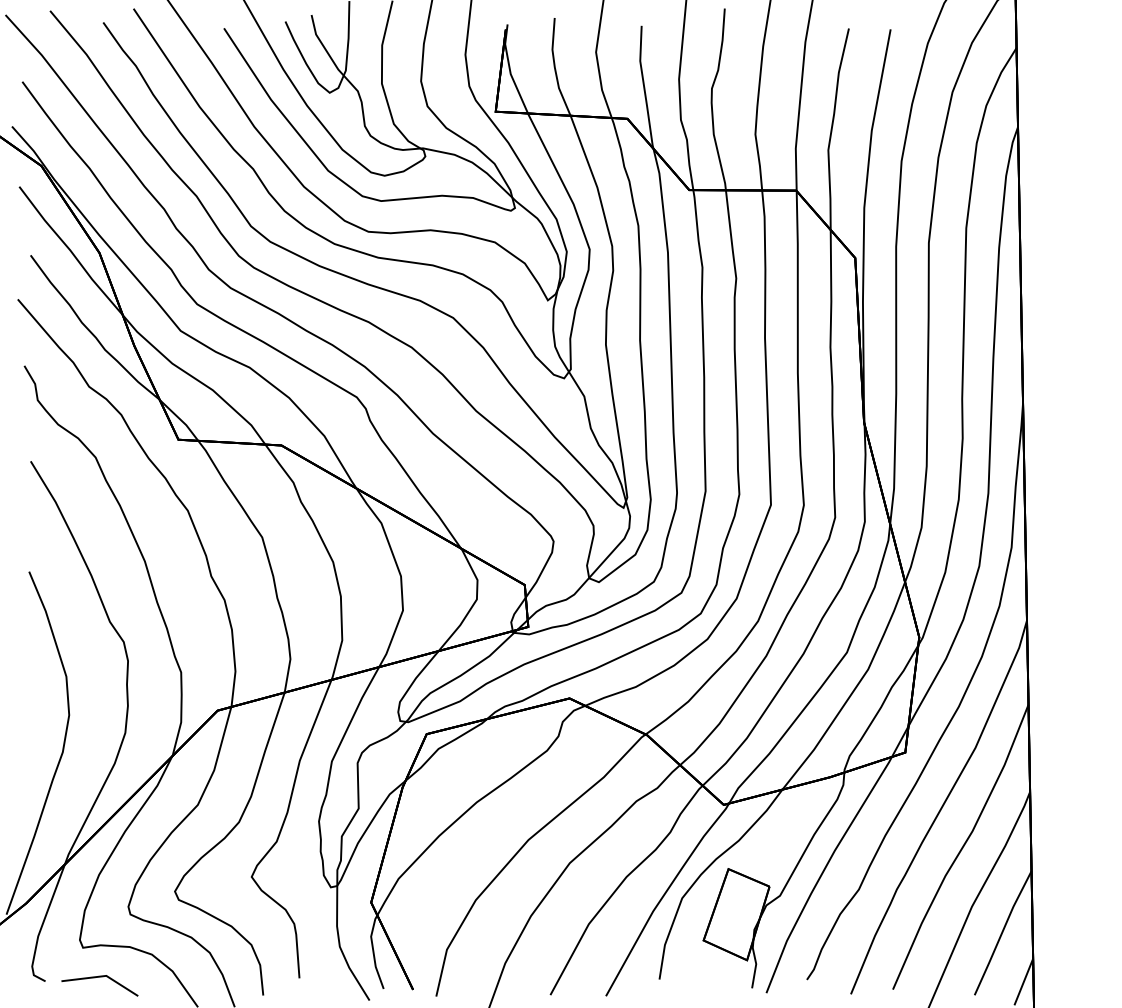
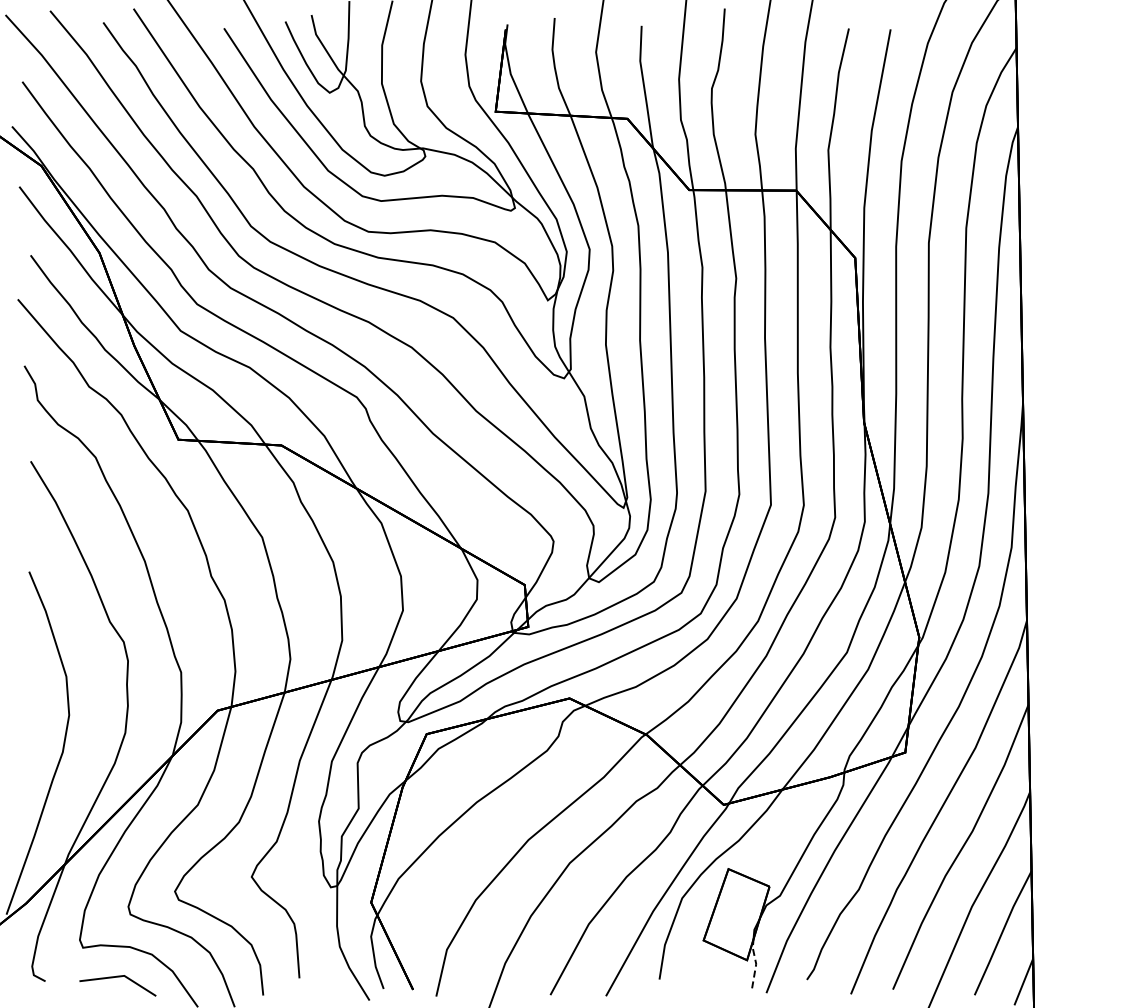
line at (756, 963): solid -> dashed
line at (99, 977) position: (99, 977) -> (117, 977)
